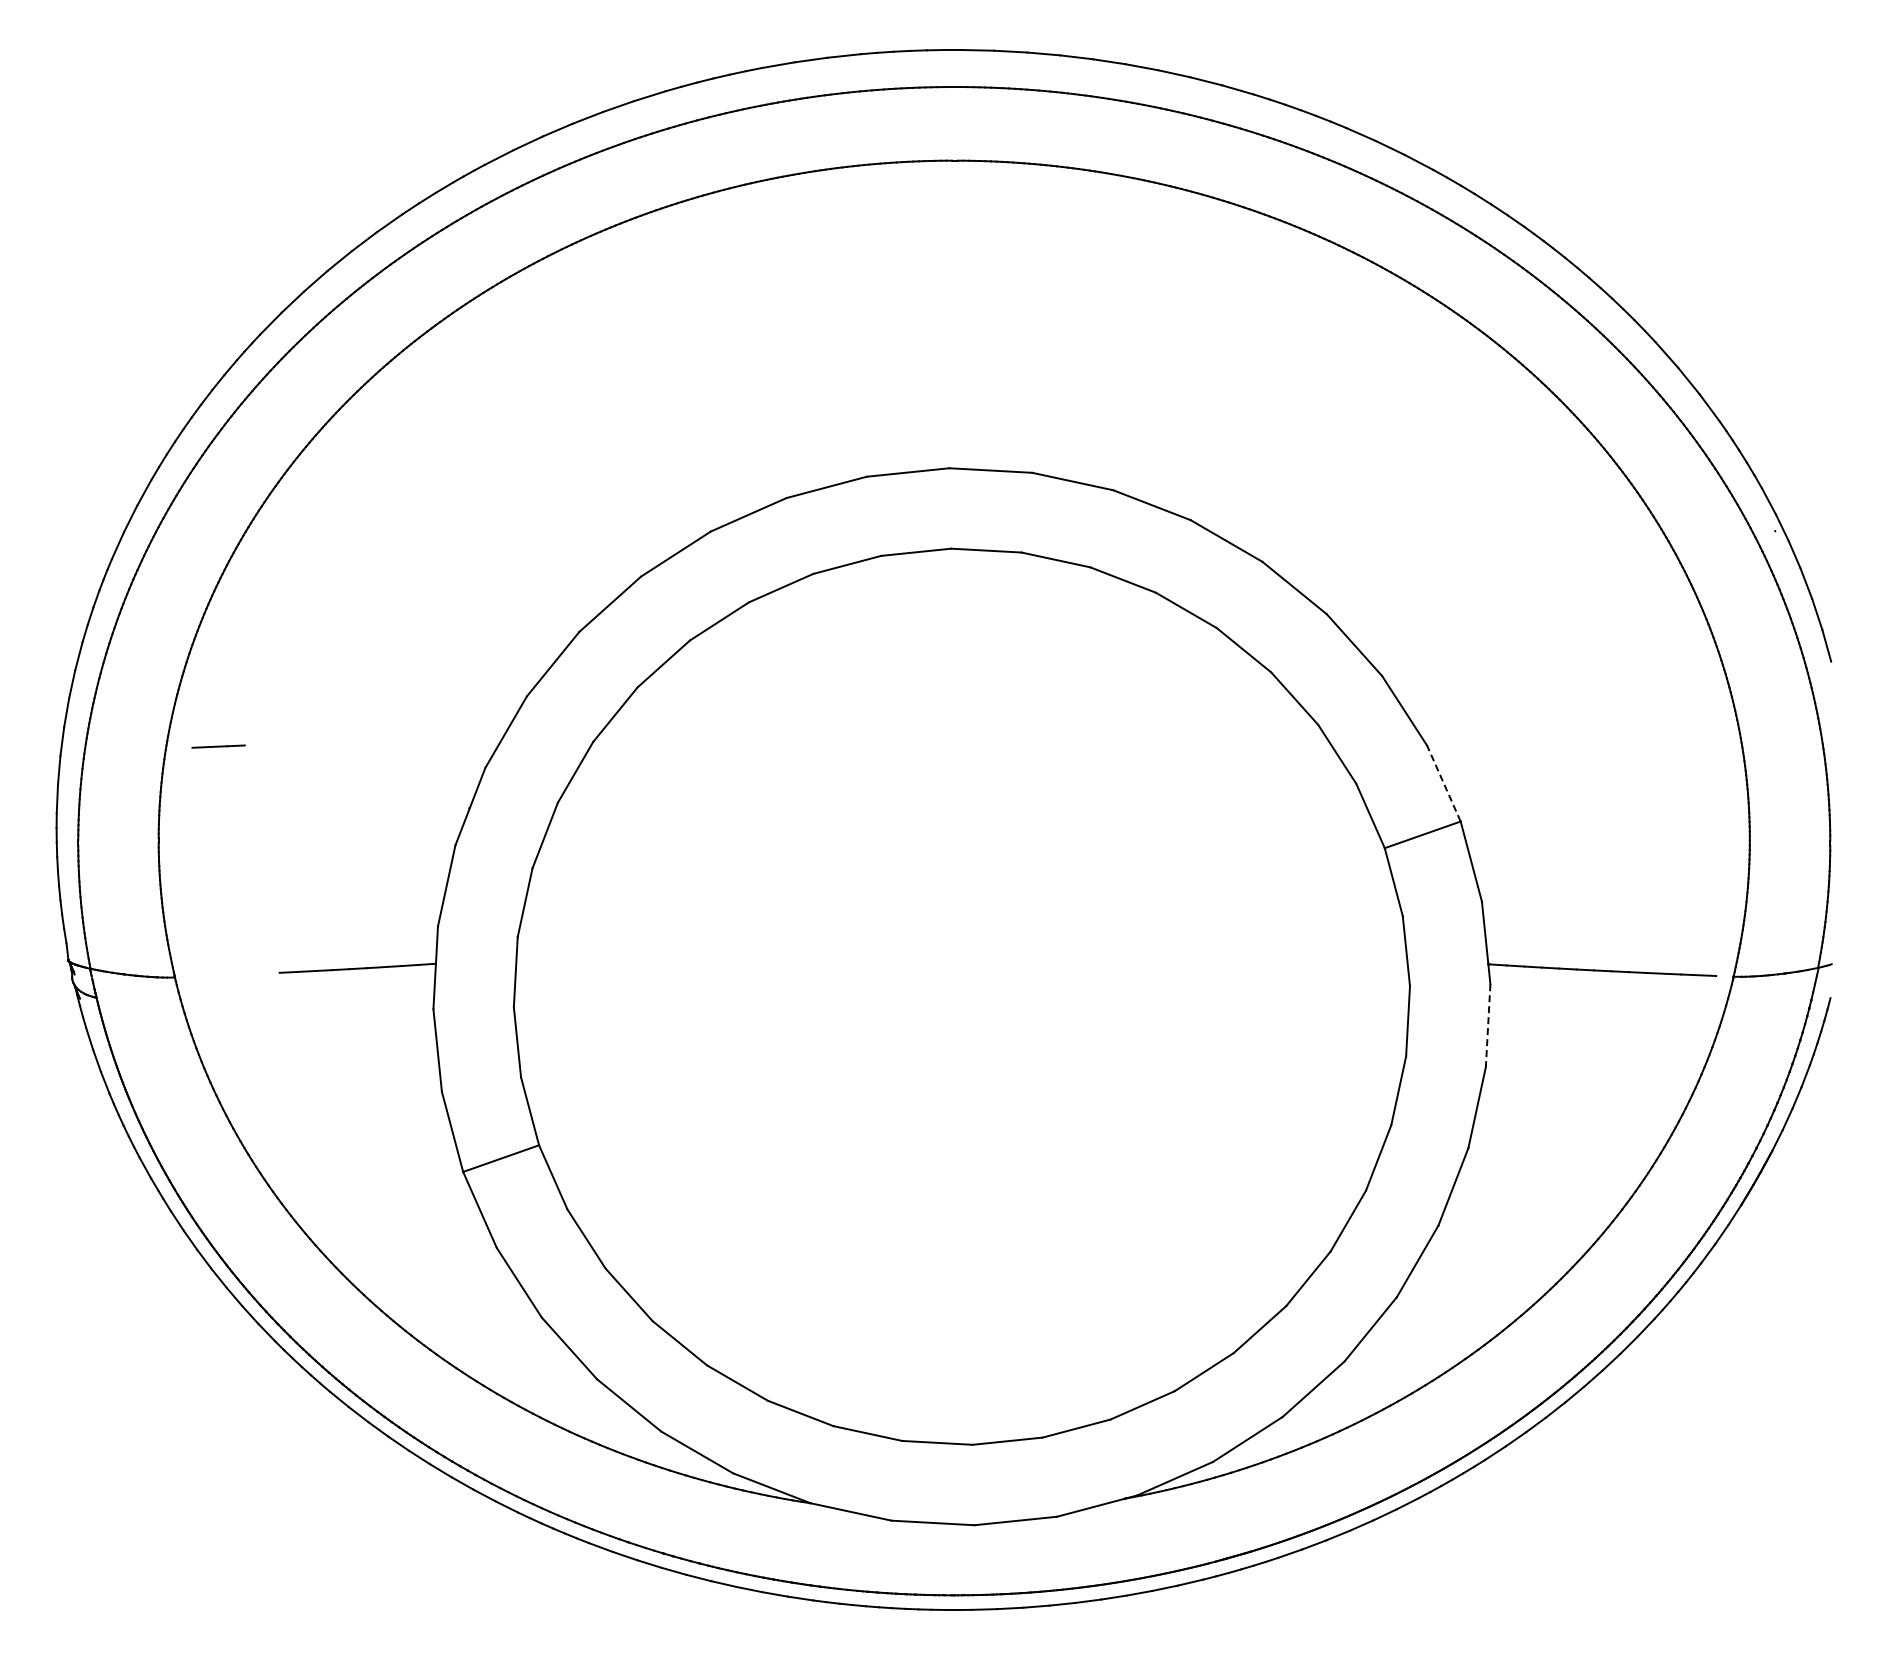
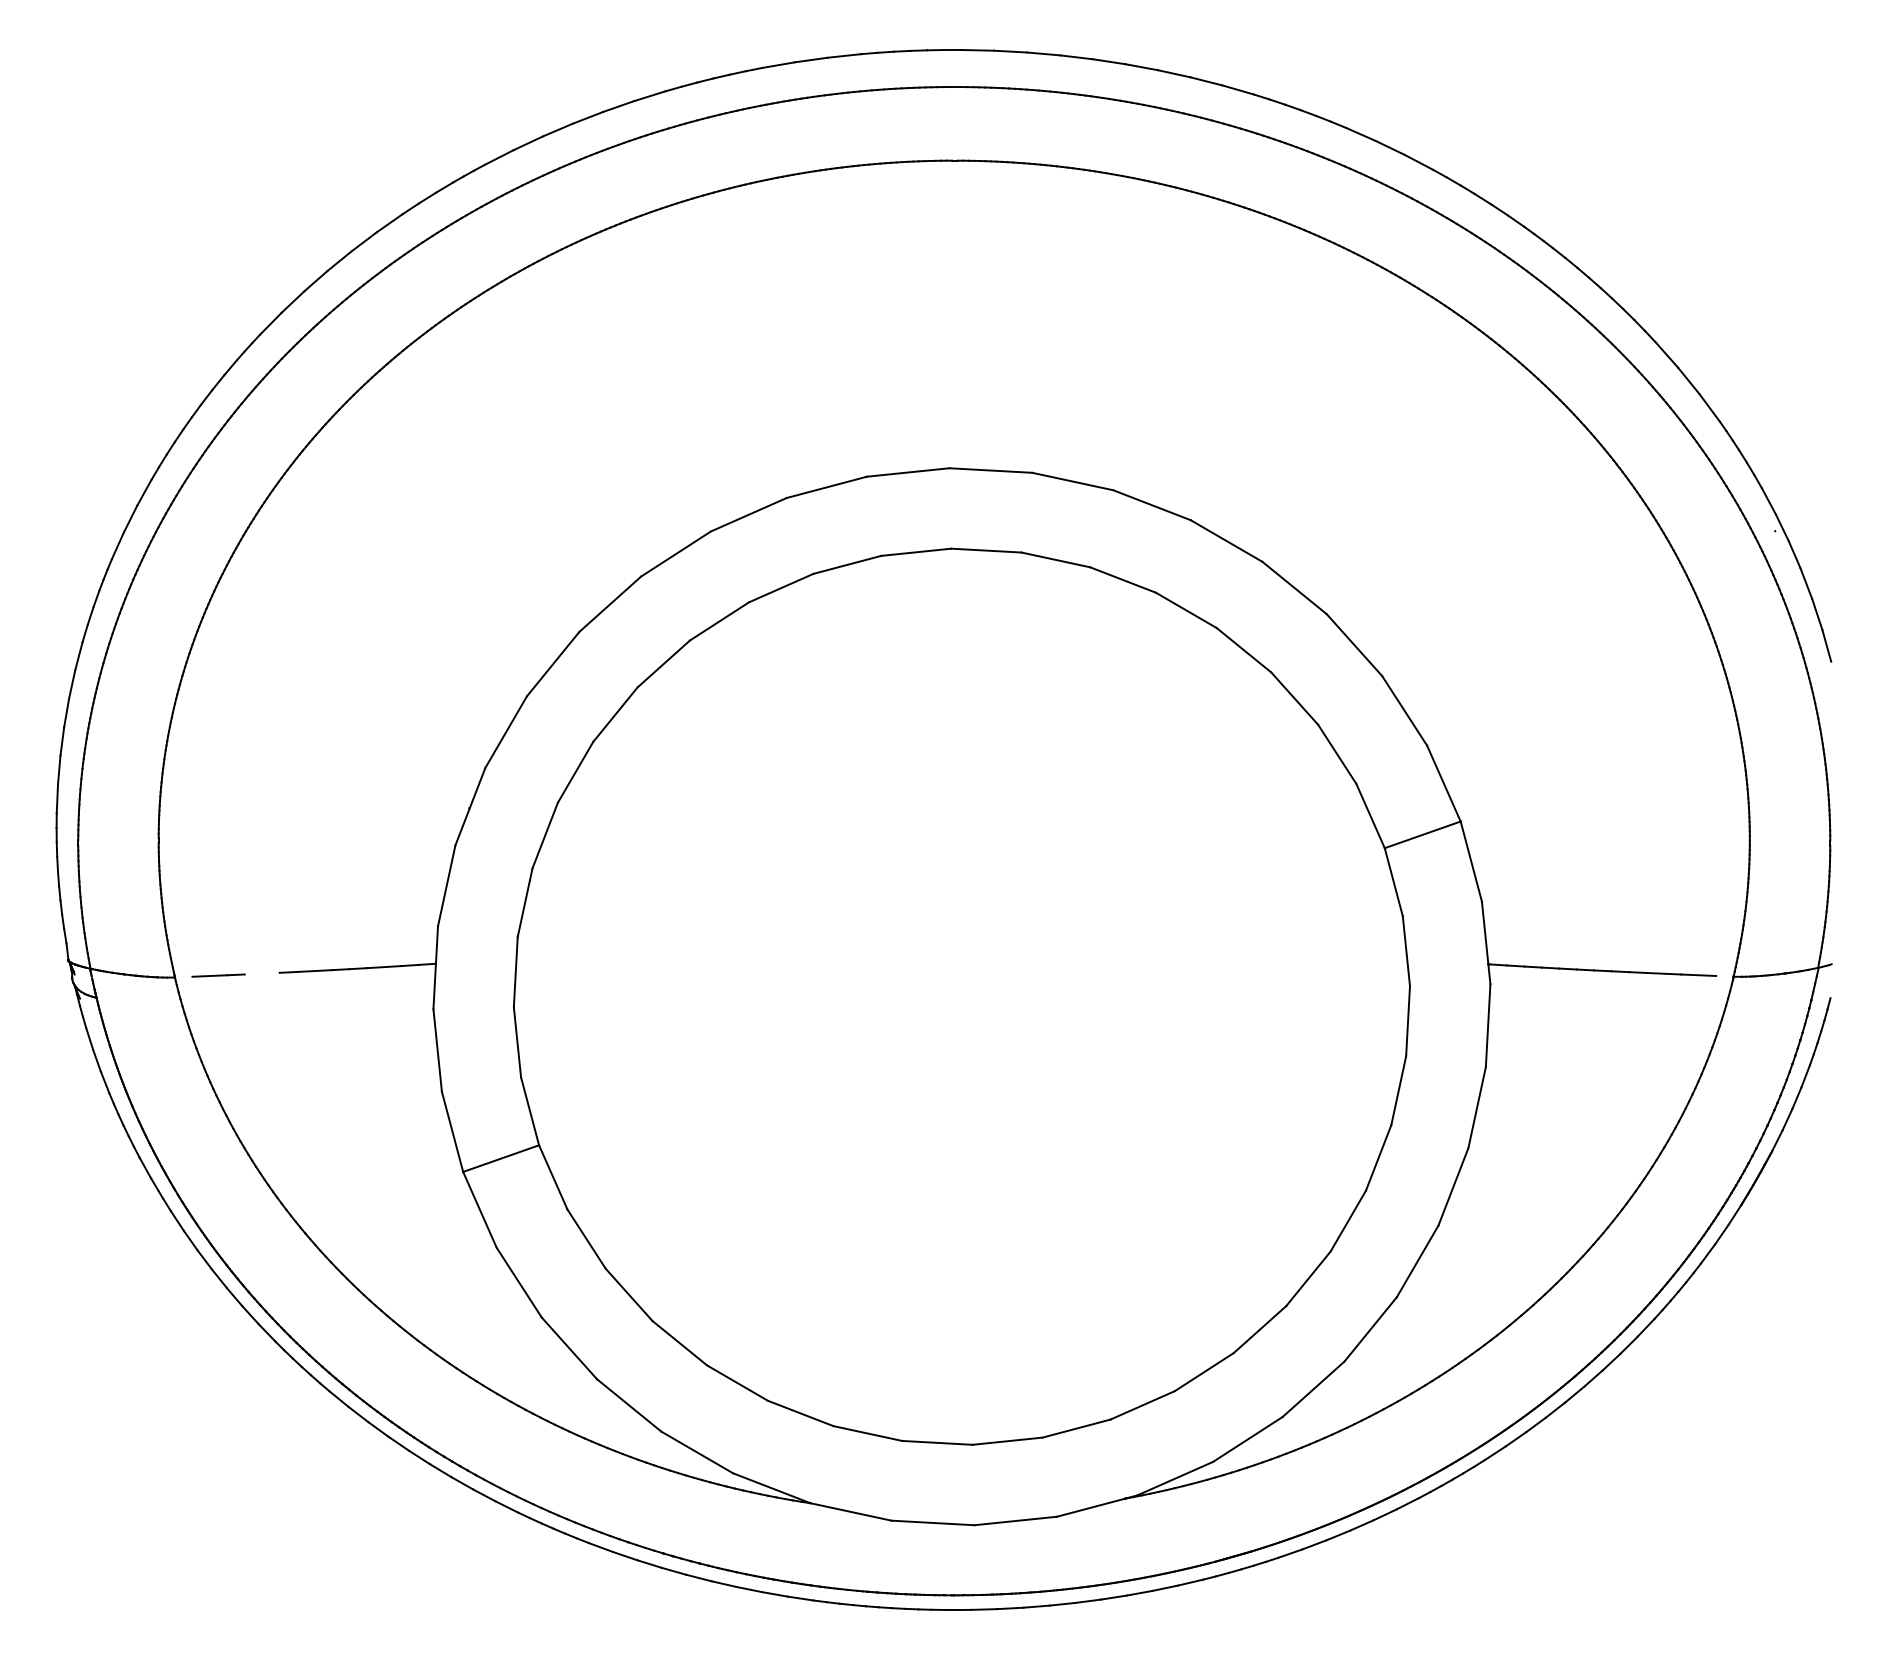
line at (218, 746) position: (218, 746) -> (218, 975)
line at (1443, 783): dashed -> solid
line at (1488, 1026): dashed -> solid
